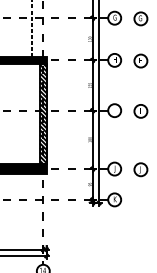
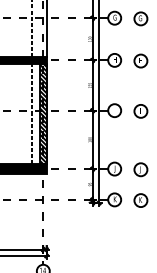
line at (46, 29): none -> present
line at (31, 113): none -> present
part at (140, 200): none -> present
